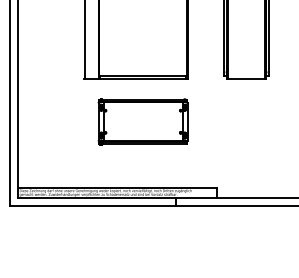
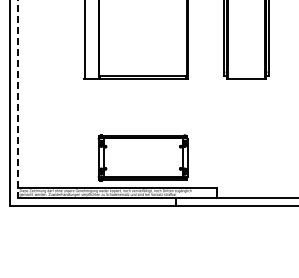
line at (17, 99): solid -> dashed
part at (142, 121) position: (142, 121) -> (142, 157)
